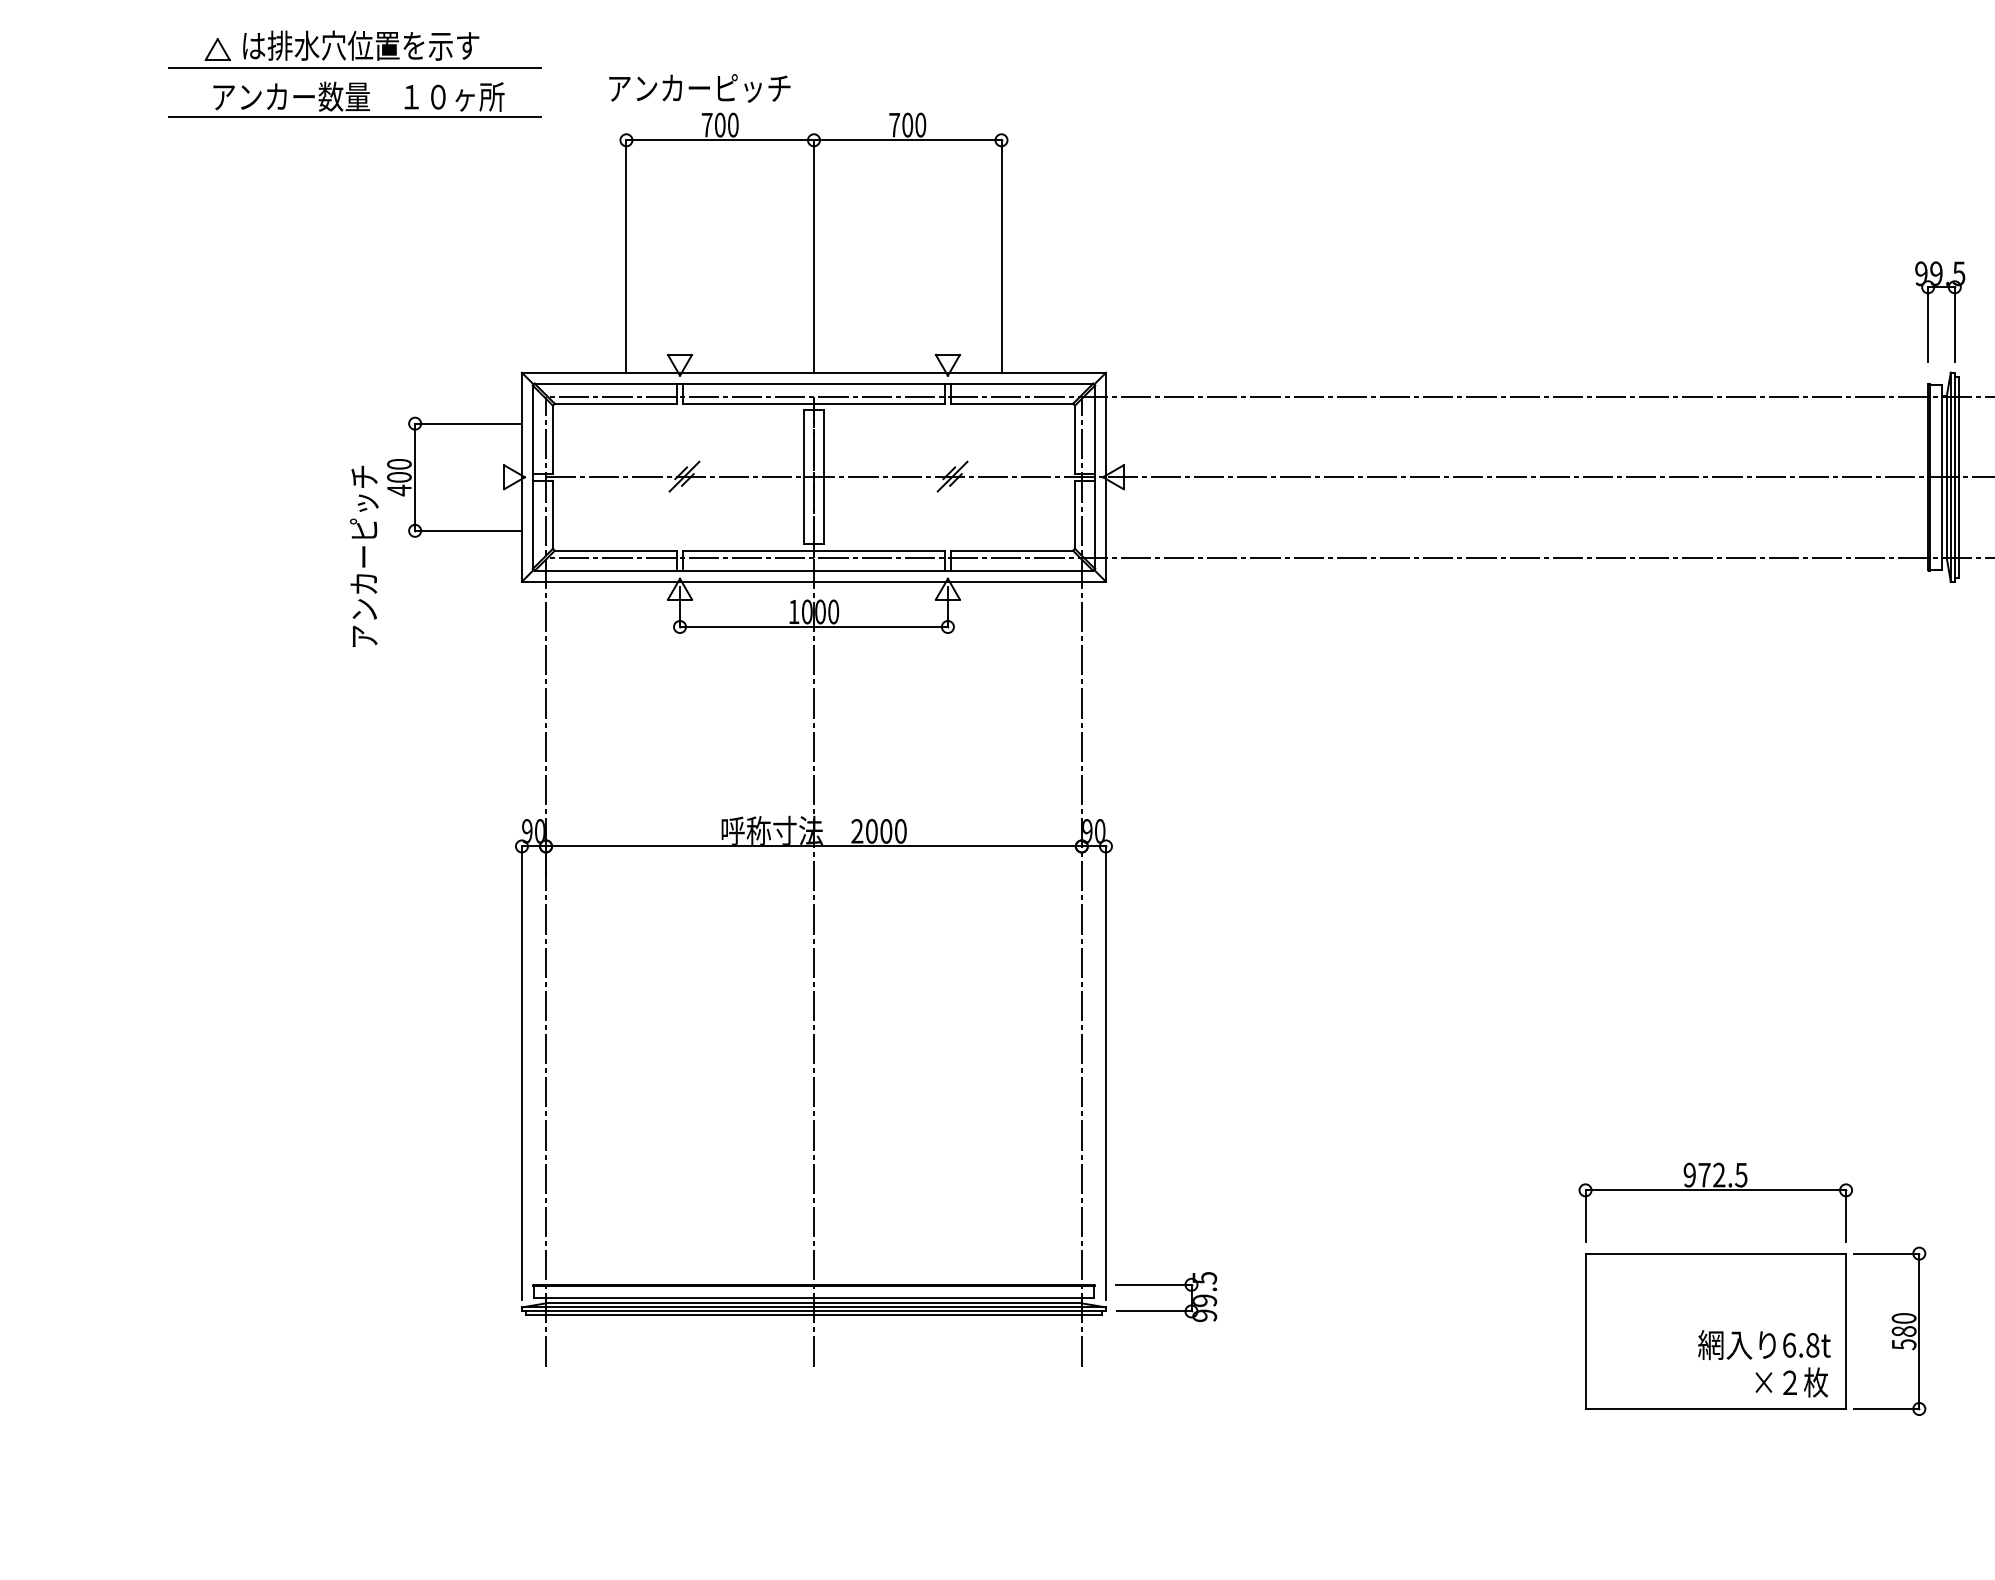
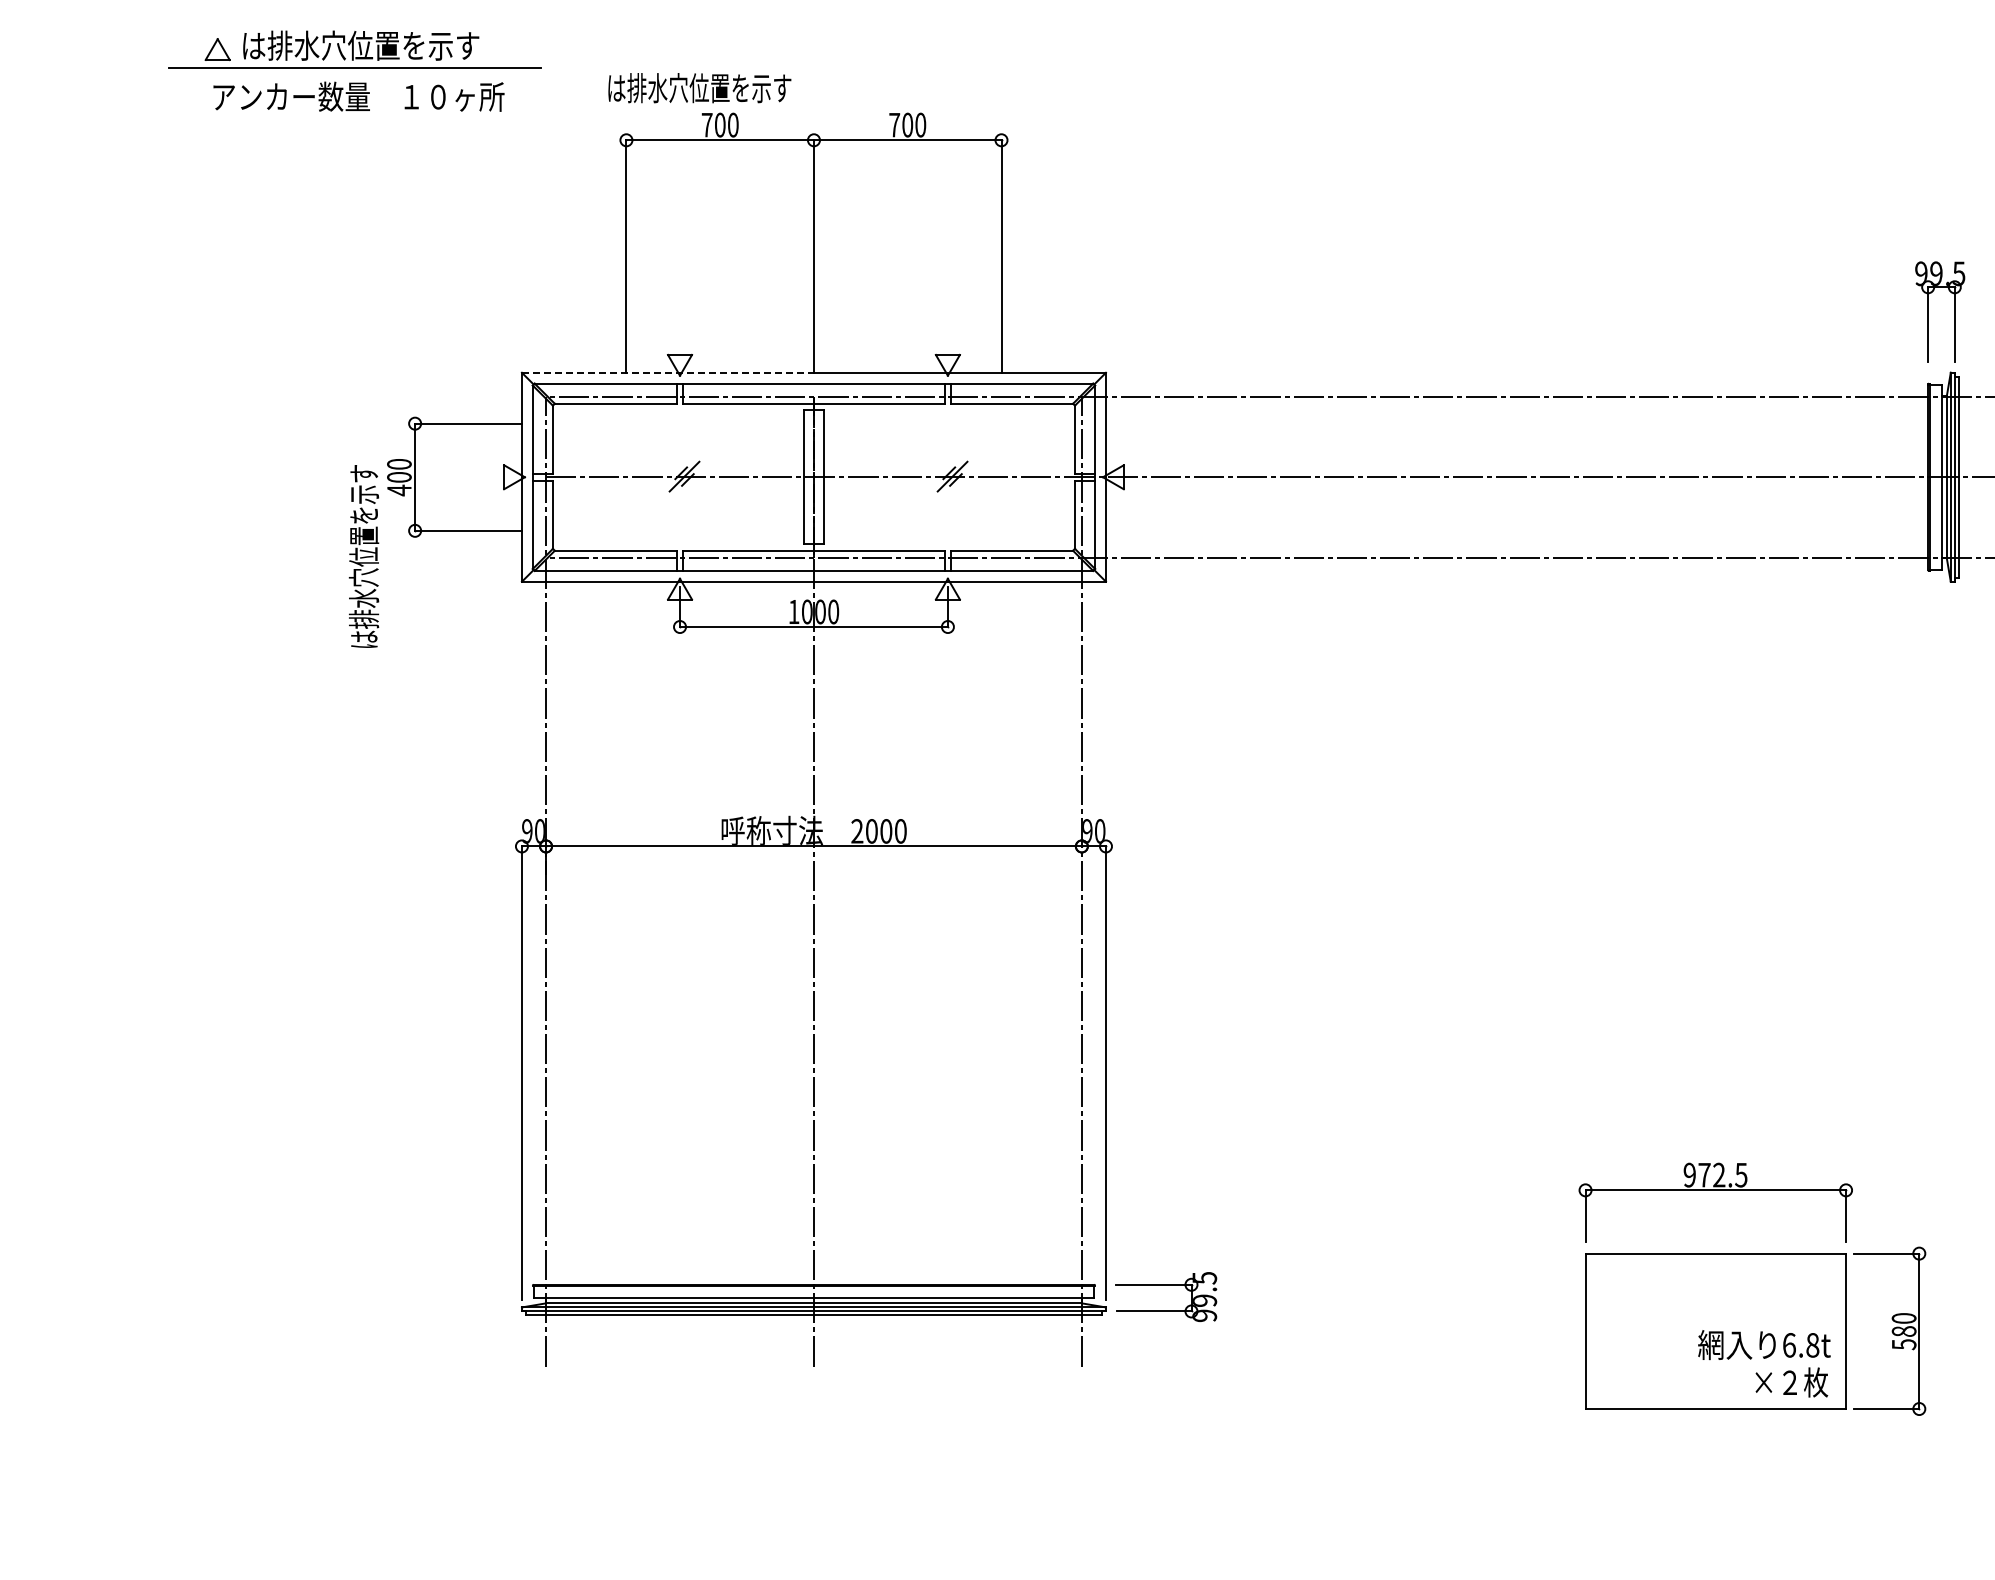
text at (699, 88): アンカーピッチ -> は排水穴位置を示す
line at (354, 116): present -> none
line at (668, 372): solid -> dashed
text at (363, 556): アンカーピッチ -> は排水穴位置を示す
